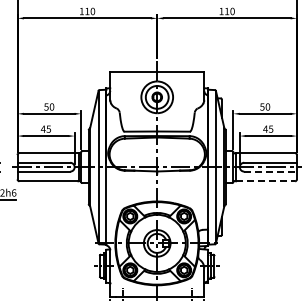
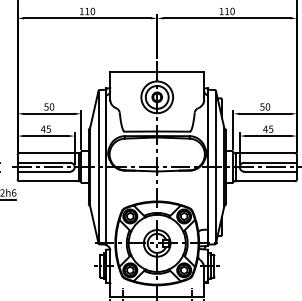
line at (271, 171): dashed -> solid
line at (265, 181): dashed -> solid
